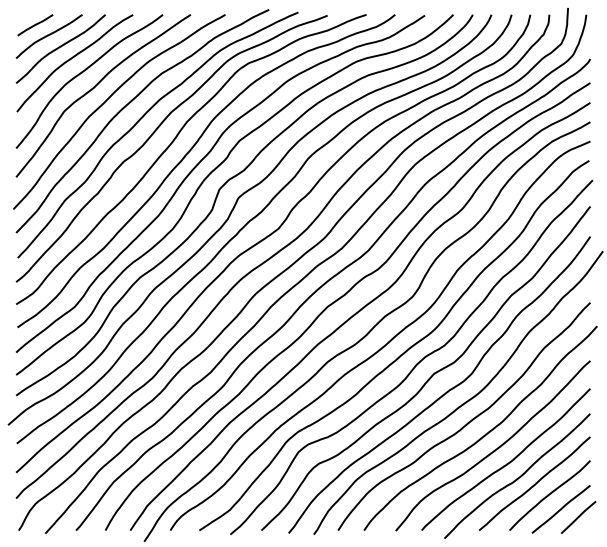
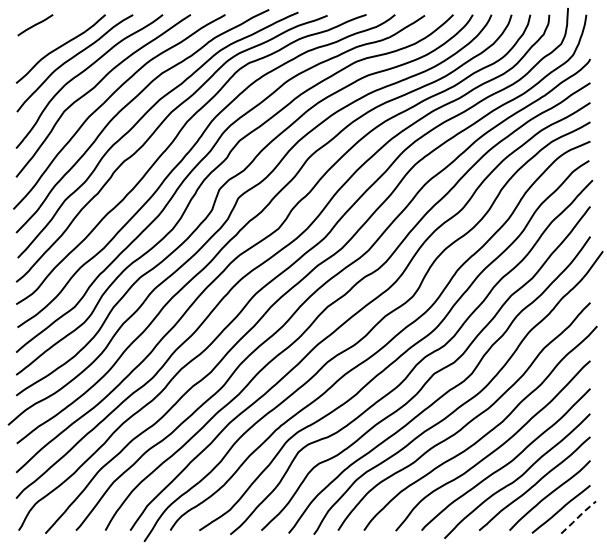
curve at (48, 36): present -> none
line at (578, 517): solid -> dashed
